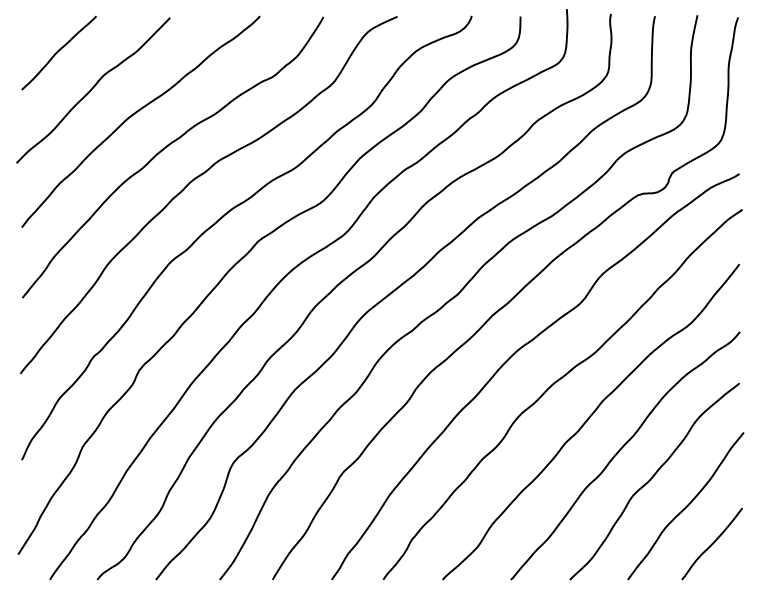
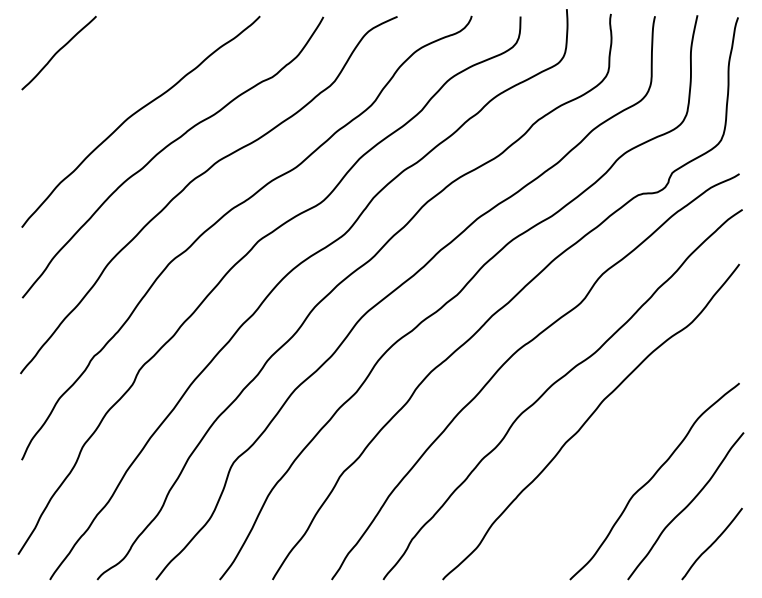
curve at (92, 89): present -> none
curve at (619, 452): present -> none
